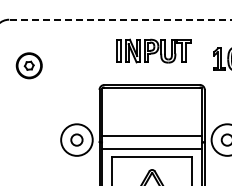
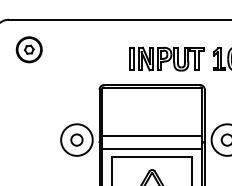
line at (120, 19): dashed -> solid
part at (153, 50) position: (153, 50) -> (166, 58)
part at (28, 65) position: (28, 65) -> (28, 49)
